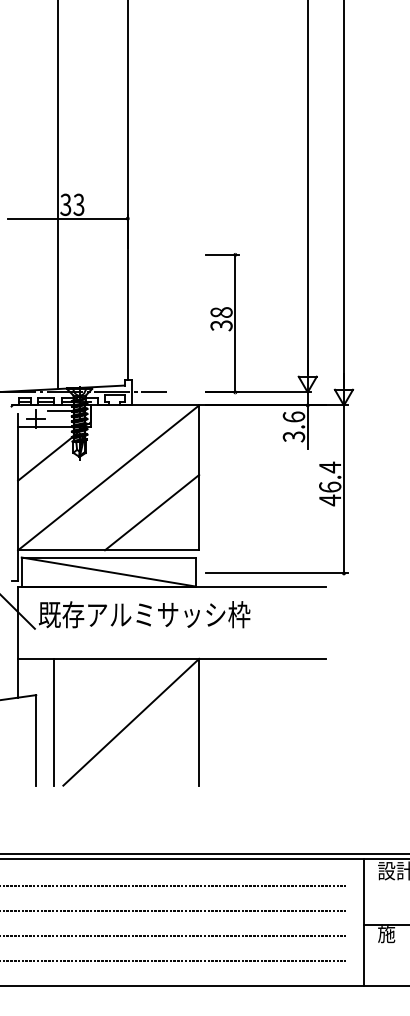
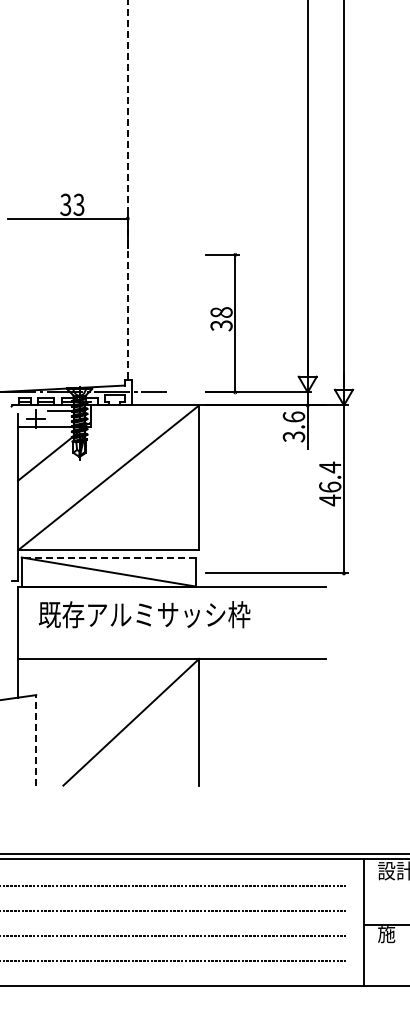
line at (127, 190): solid -> dashed
line at (57, 195): present -> none
line at (152, 512): present -> none
line at (108, 557): solid -> dashed
line at (18, 612): present -> none
line at (54, 721): present -> none
line at (36, 739): solid -> dashed
